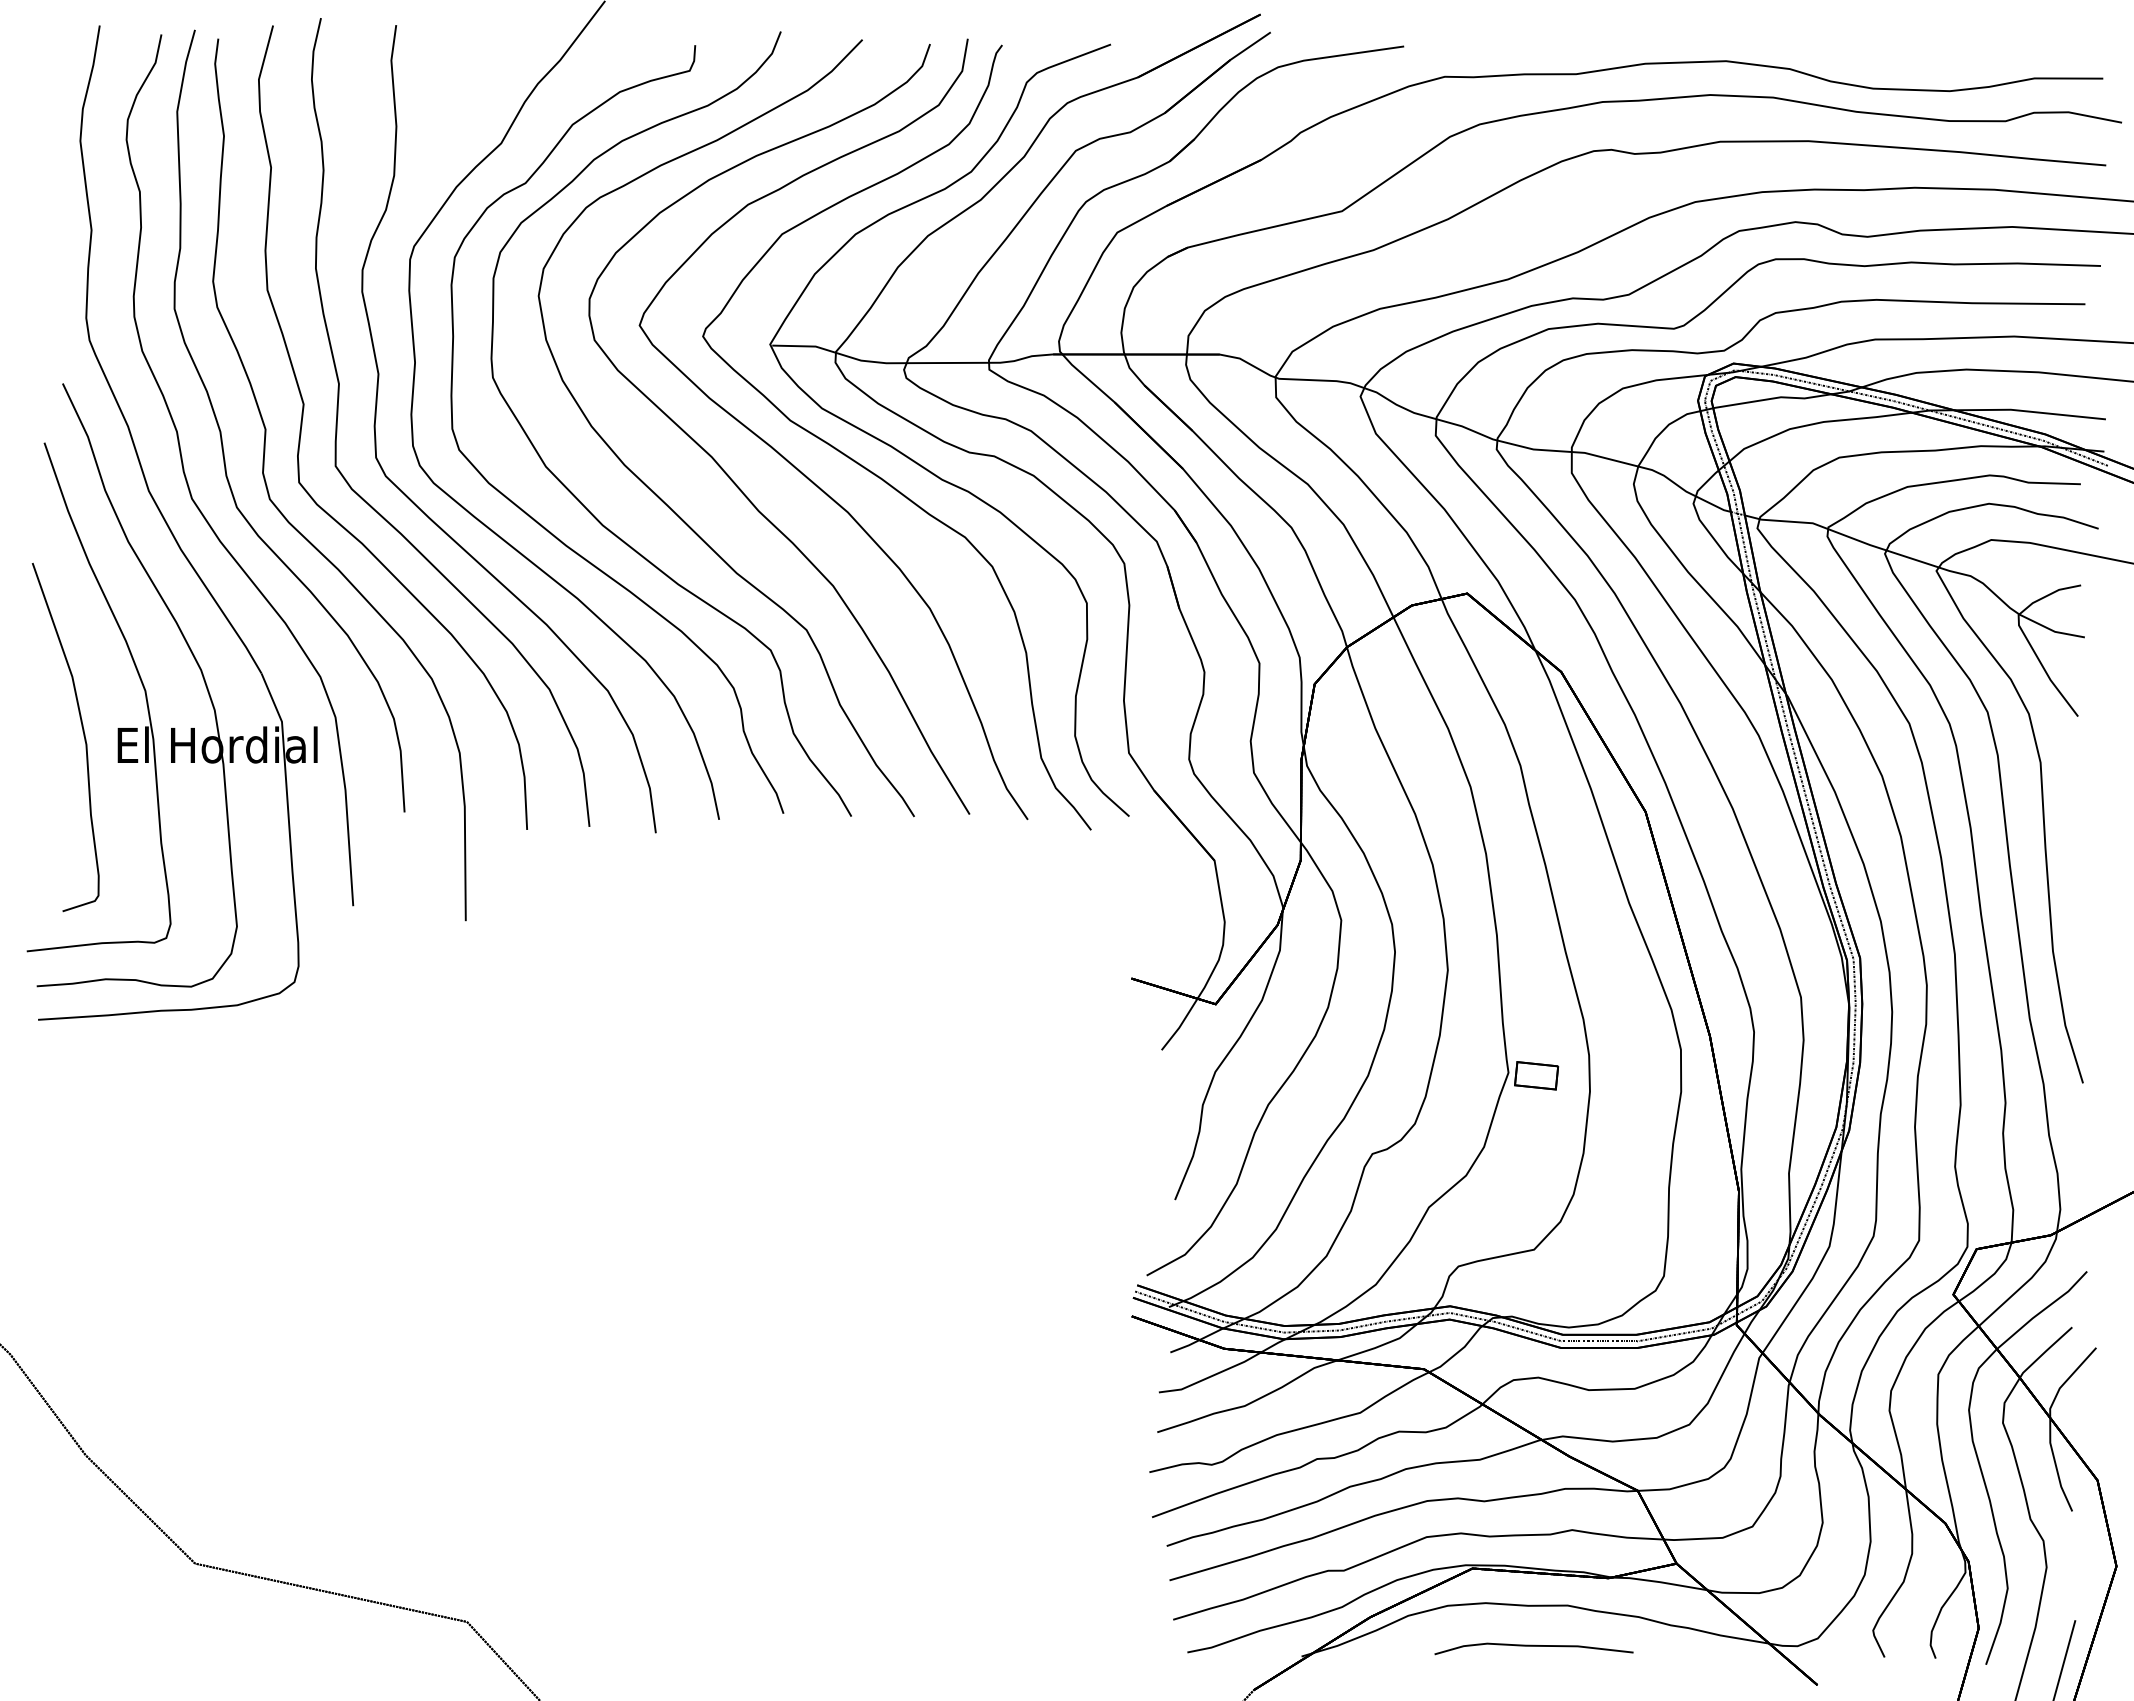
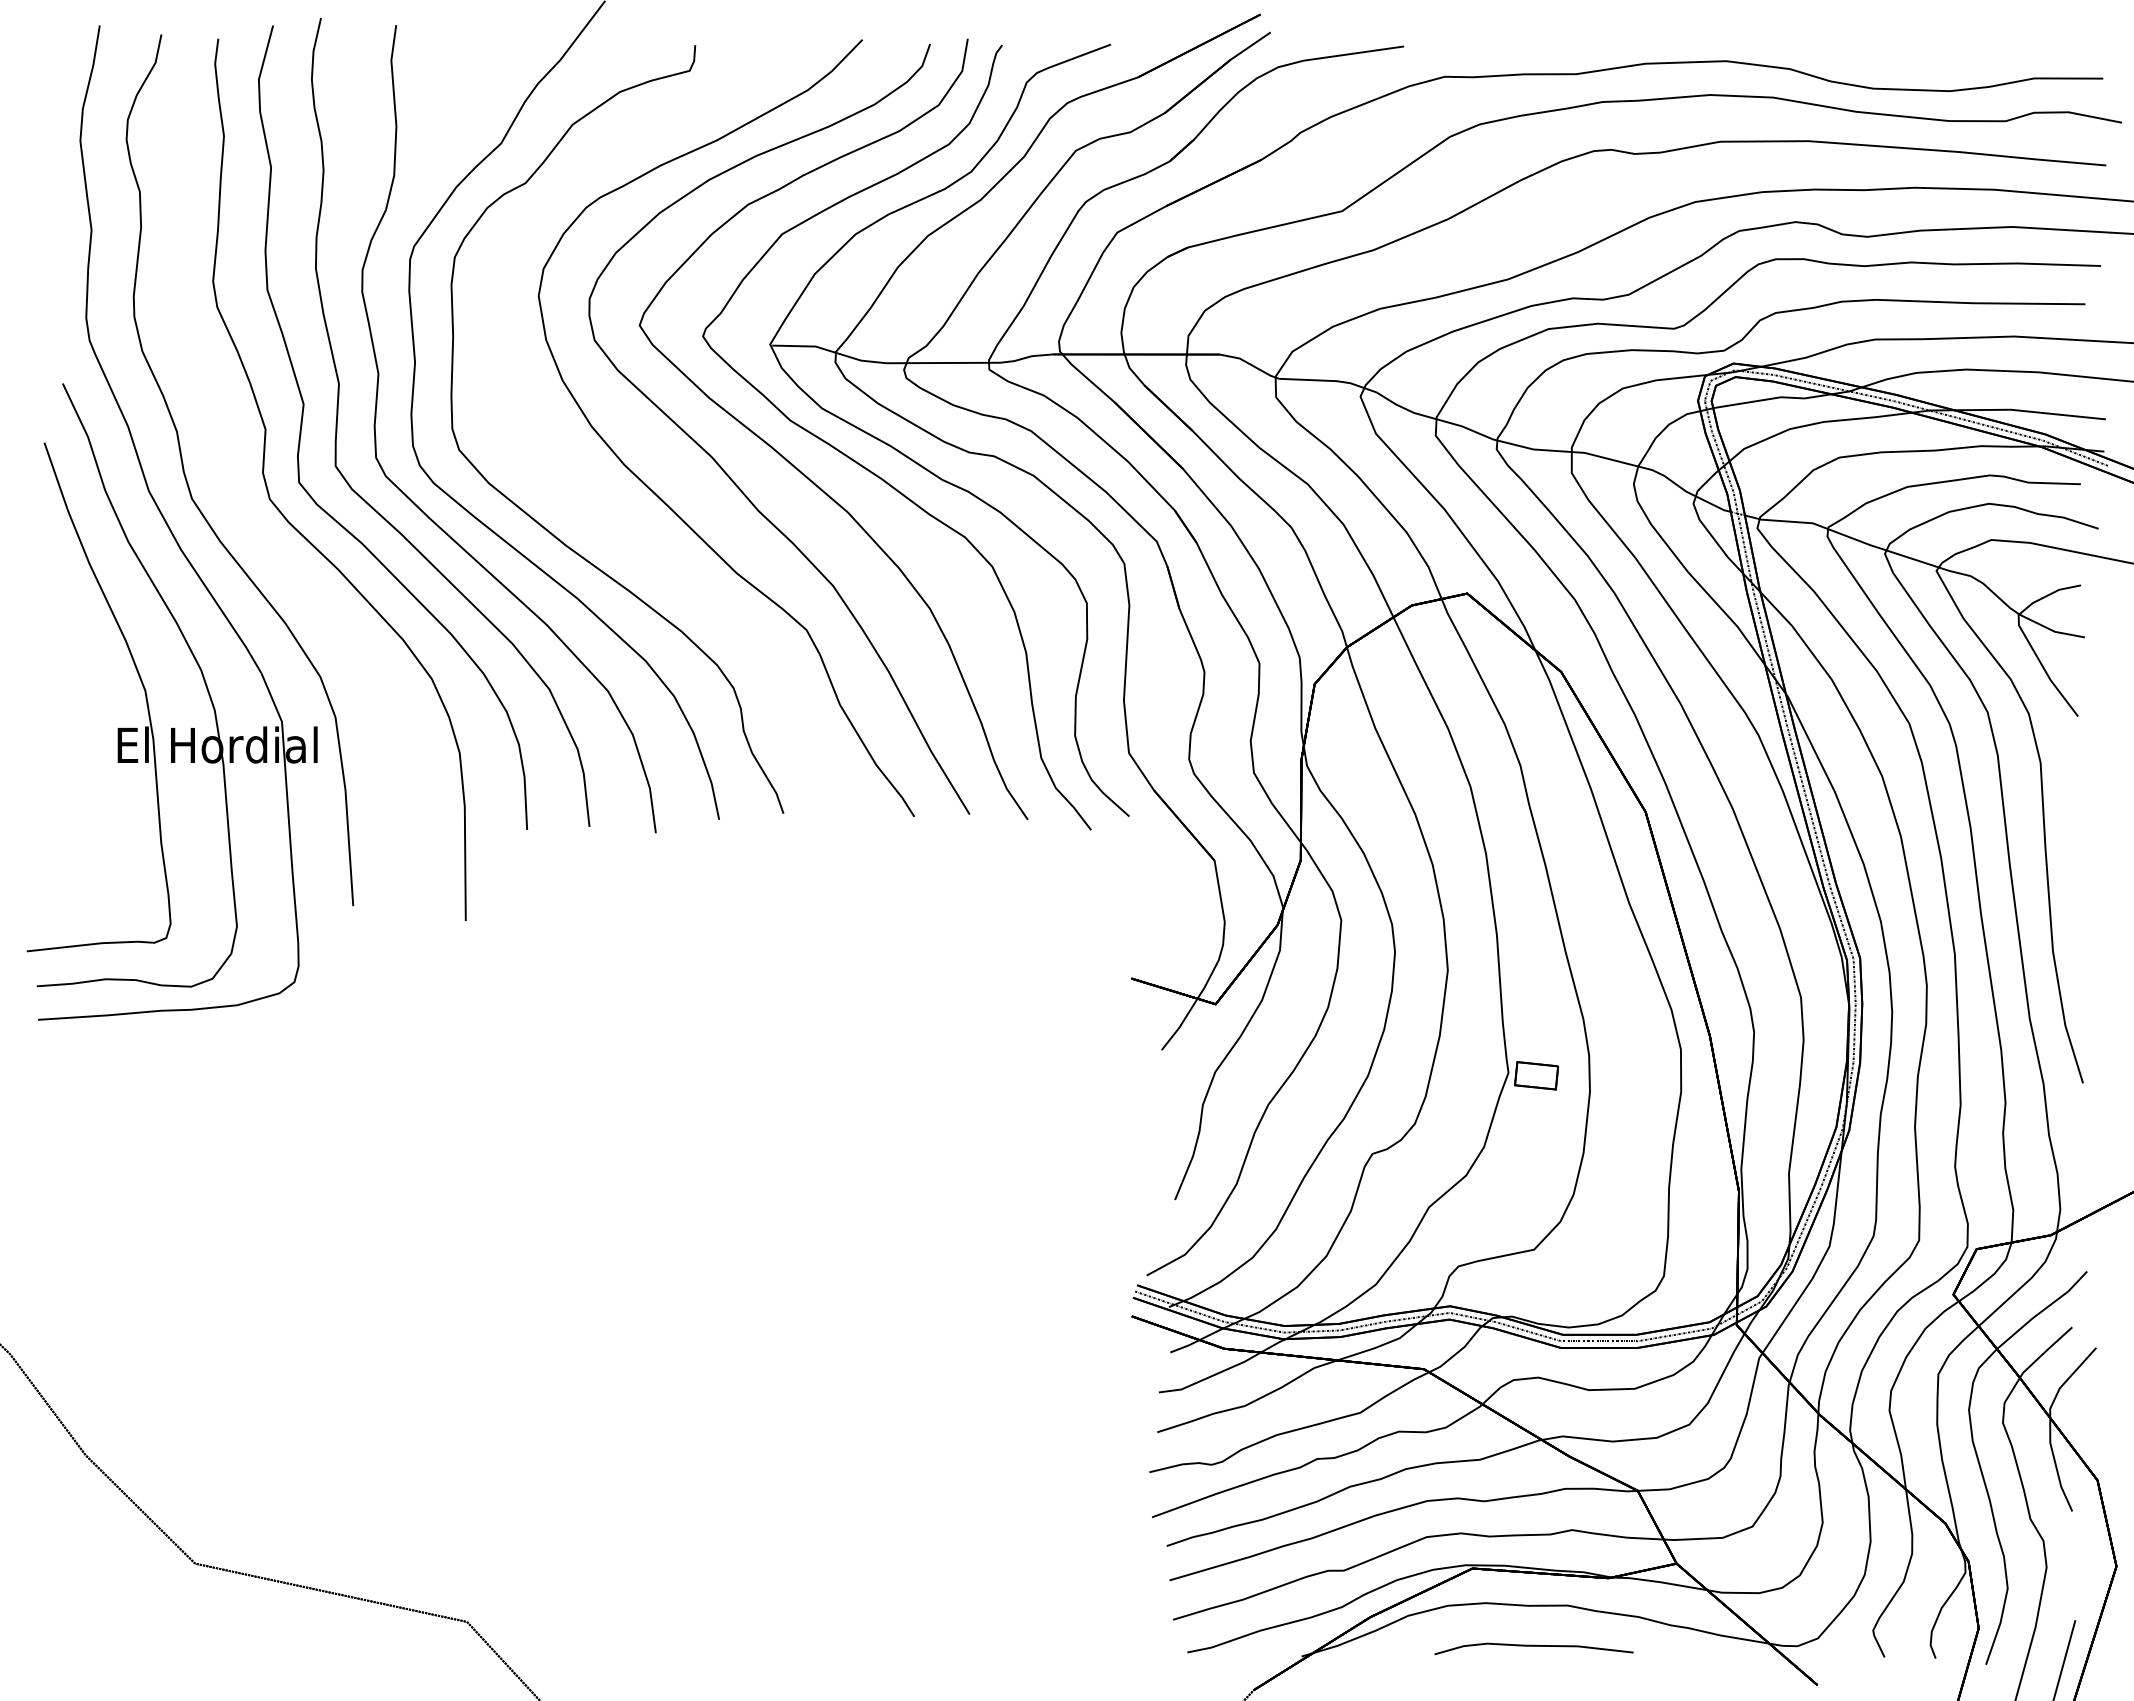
curve at (221, 431): present -> none
part at (580, 500): present -> none
curve at (82, 731): present -> none
